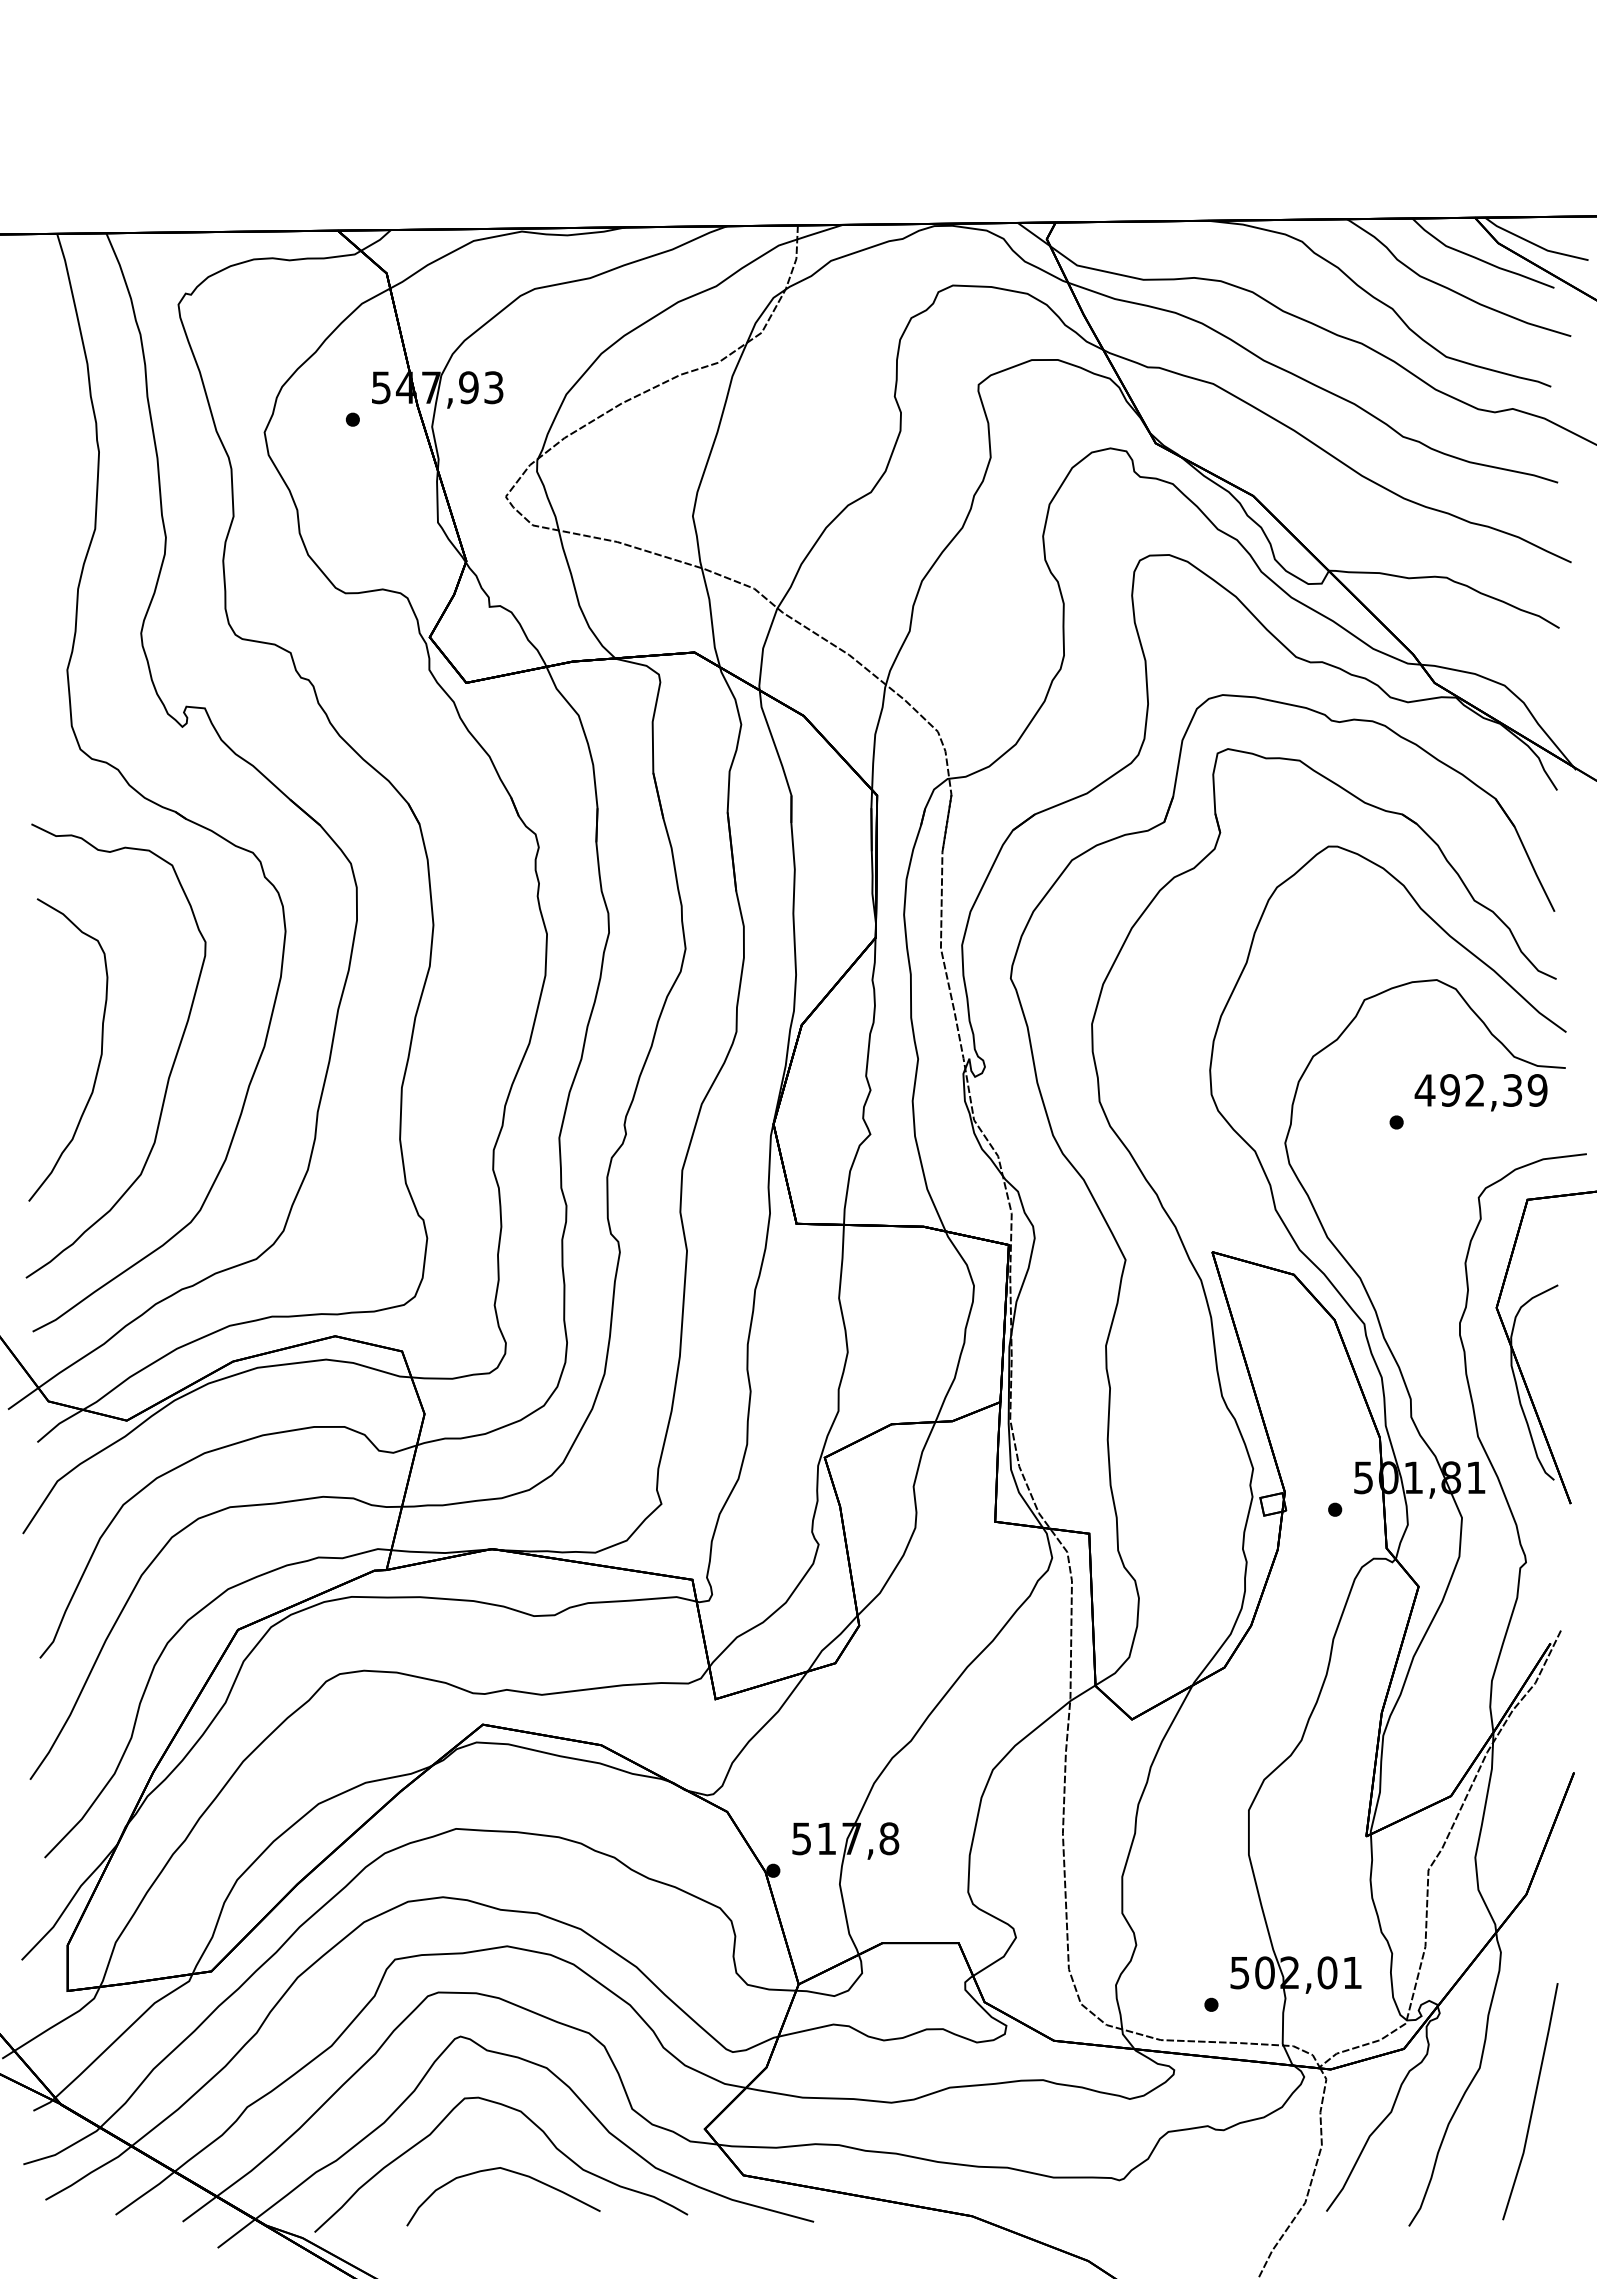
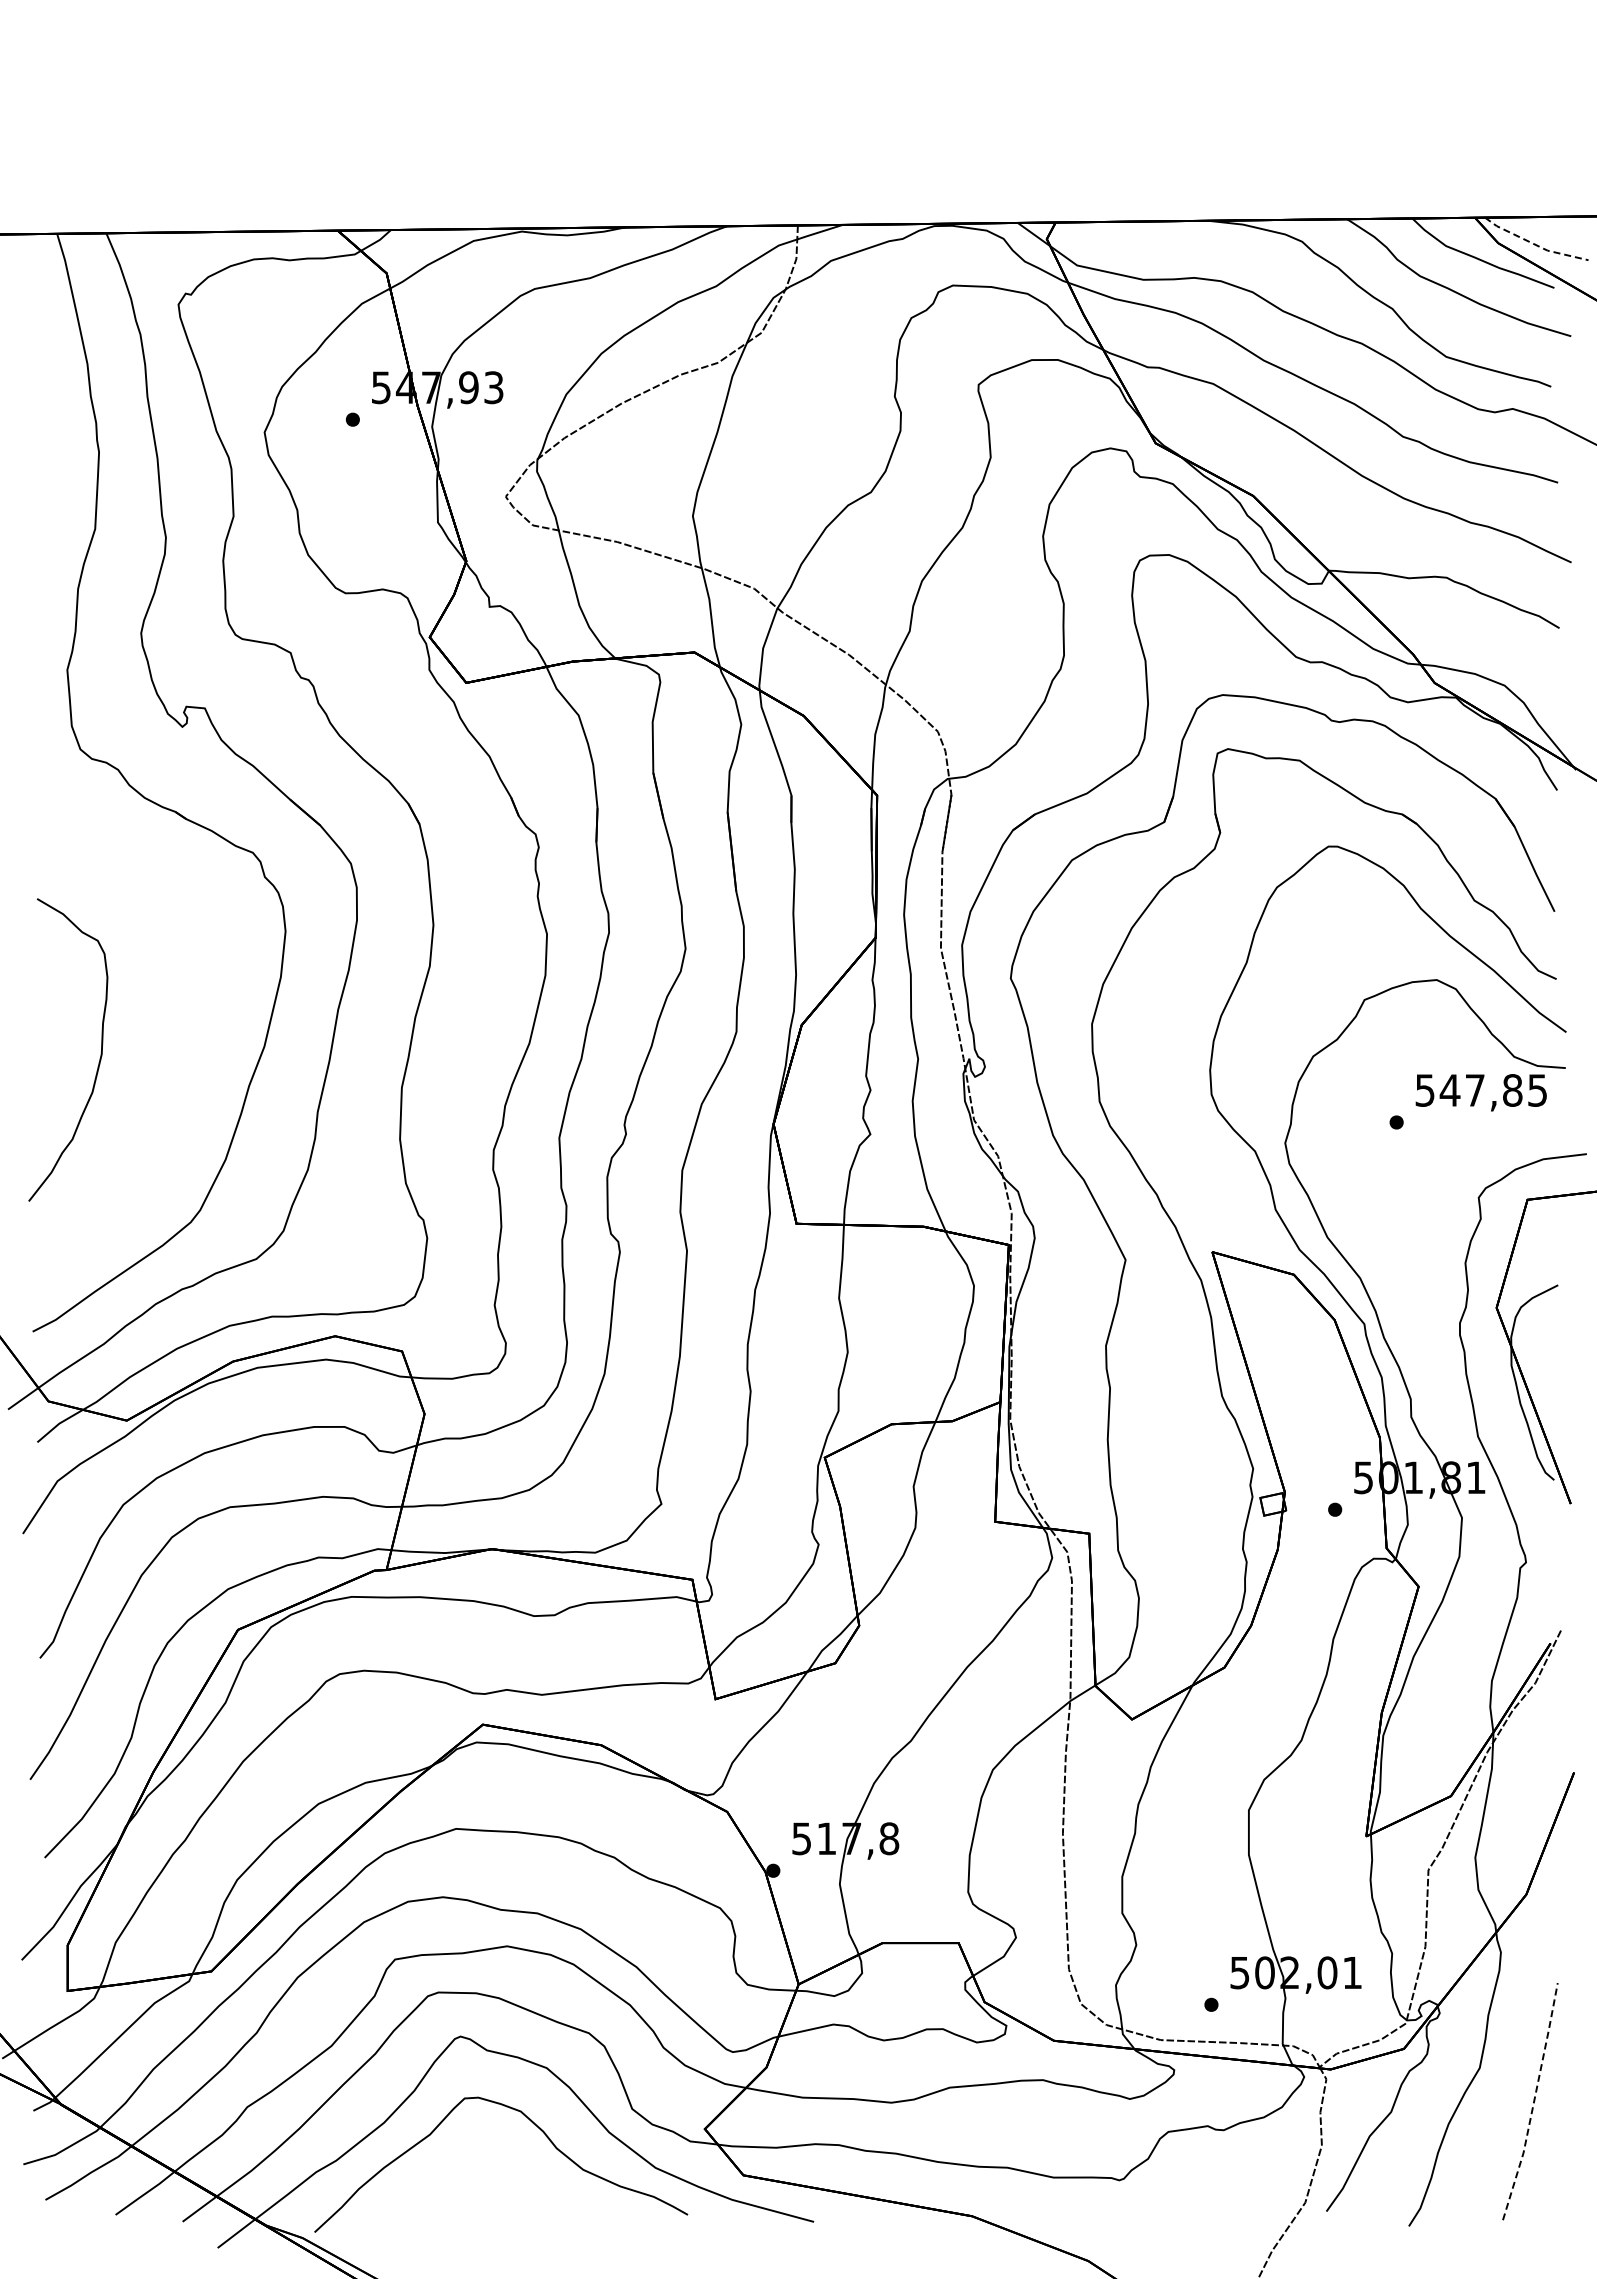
line at (1534, 244): solid -> dashed
curve at (170, 1069): present -> none
text at (1480, 1090): 492,39 -> 547,85
line at (1533, 2102): solid -> dashed
curve at (511, 2172): present -> none
